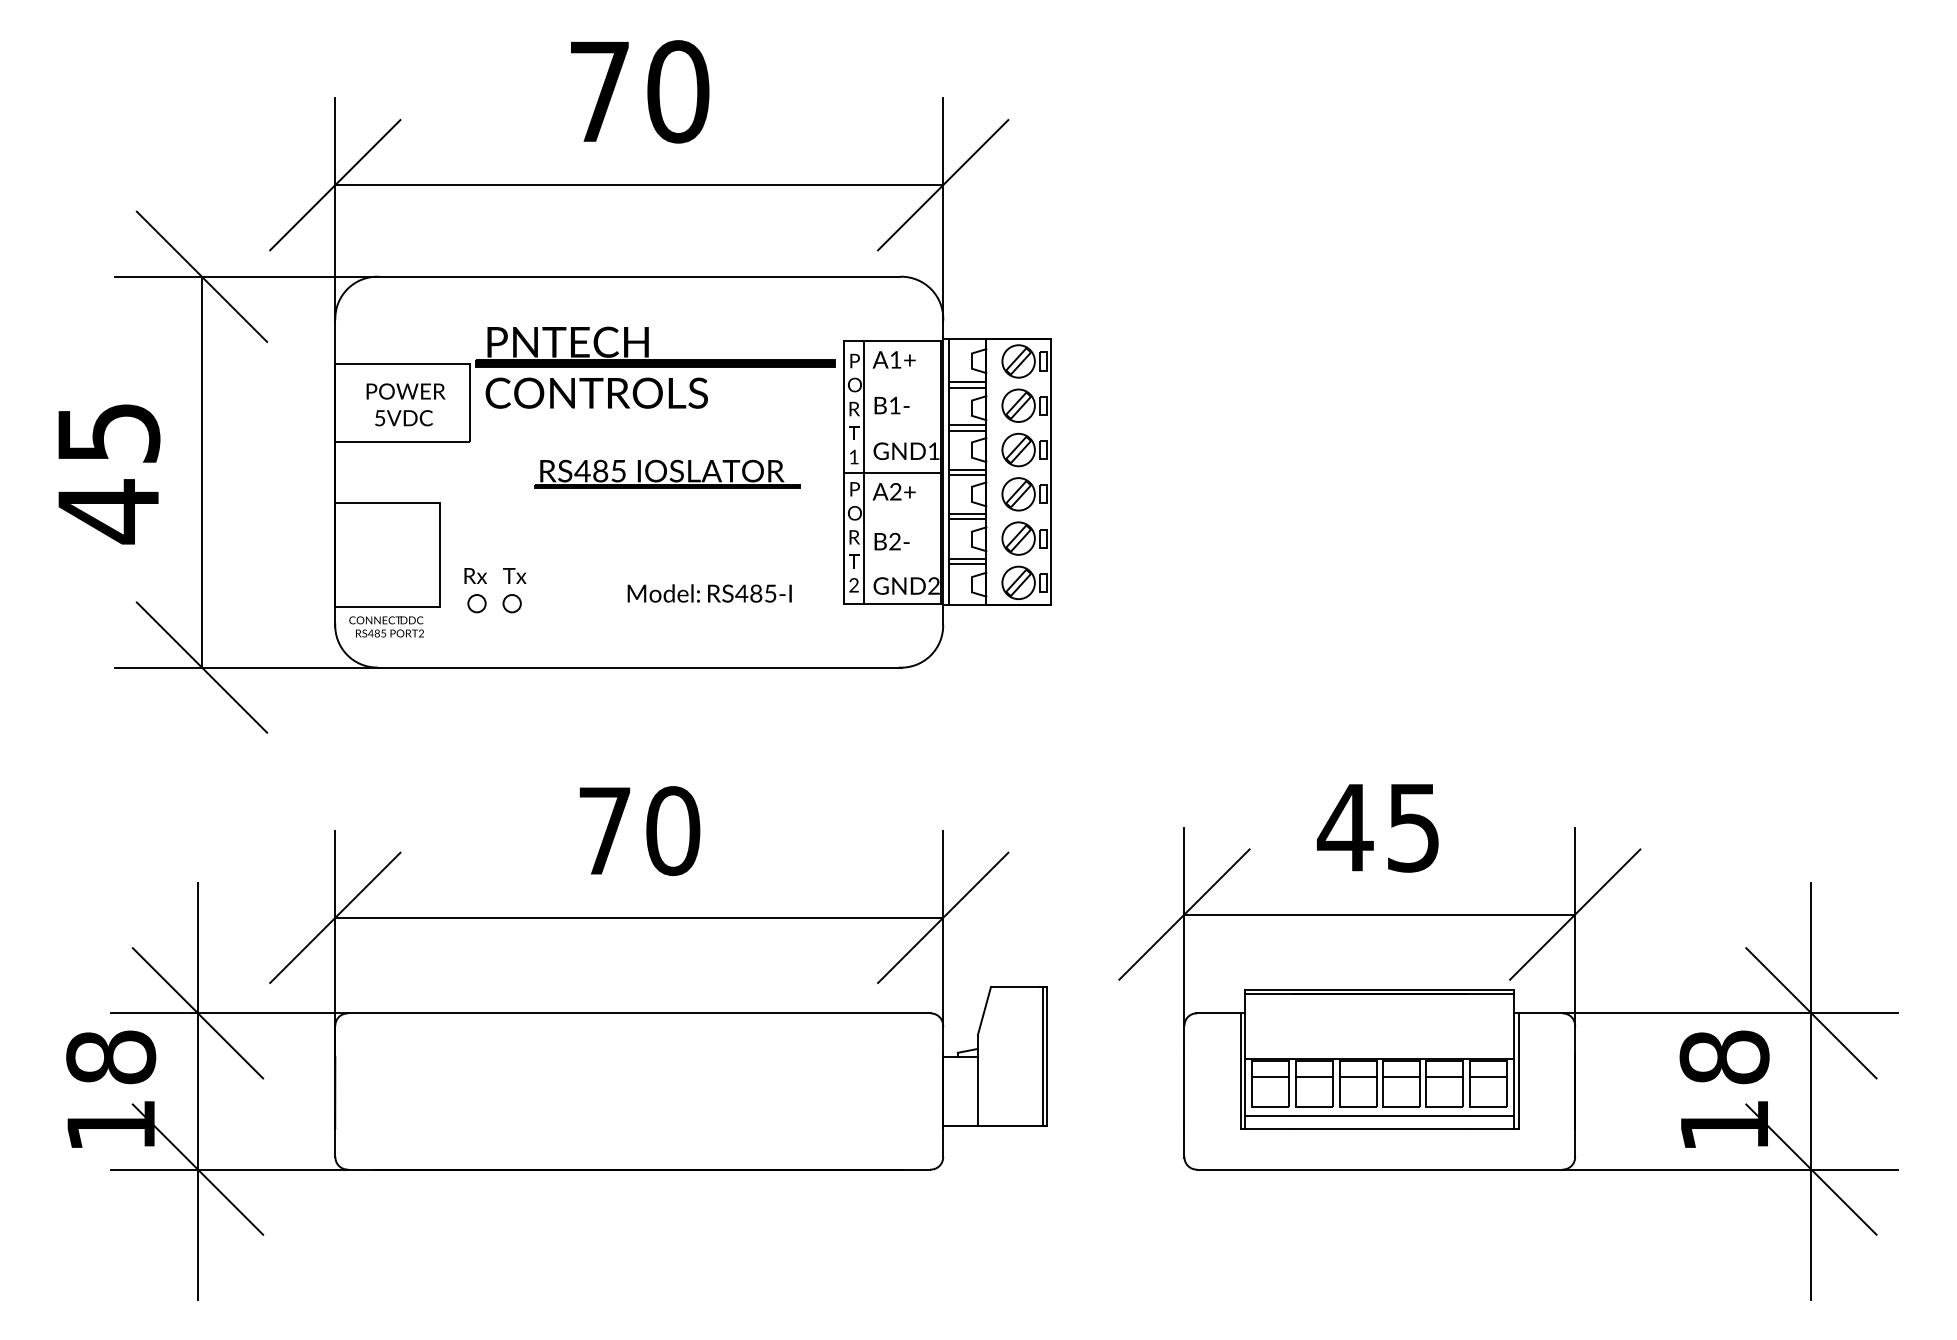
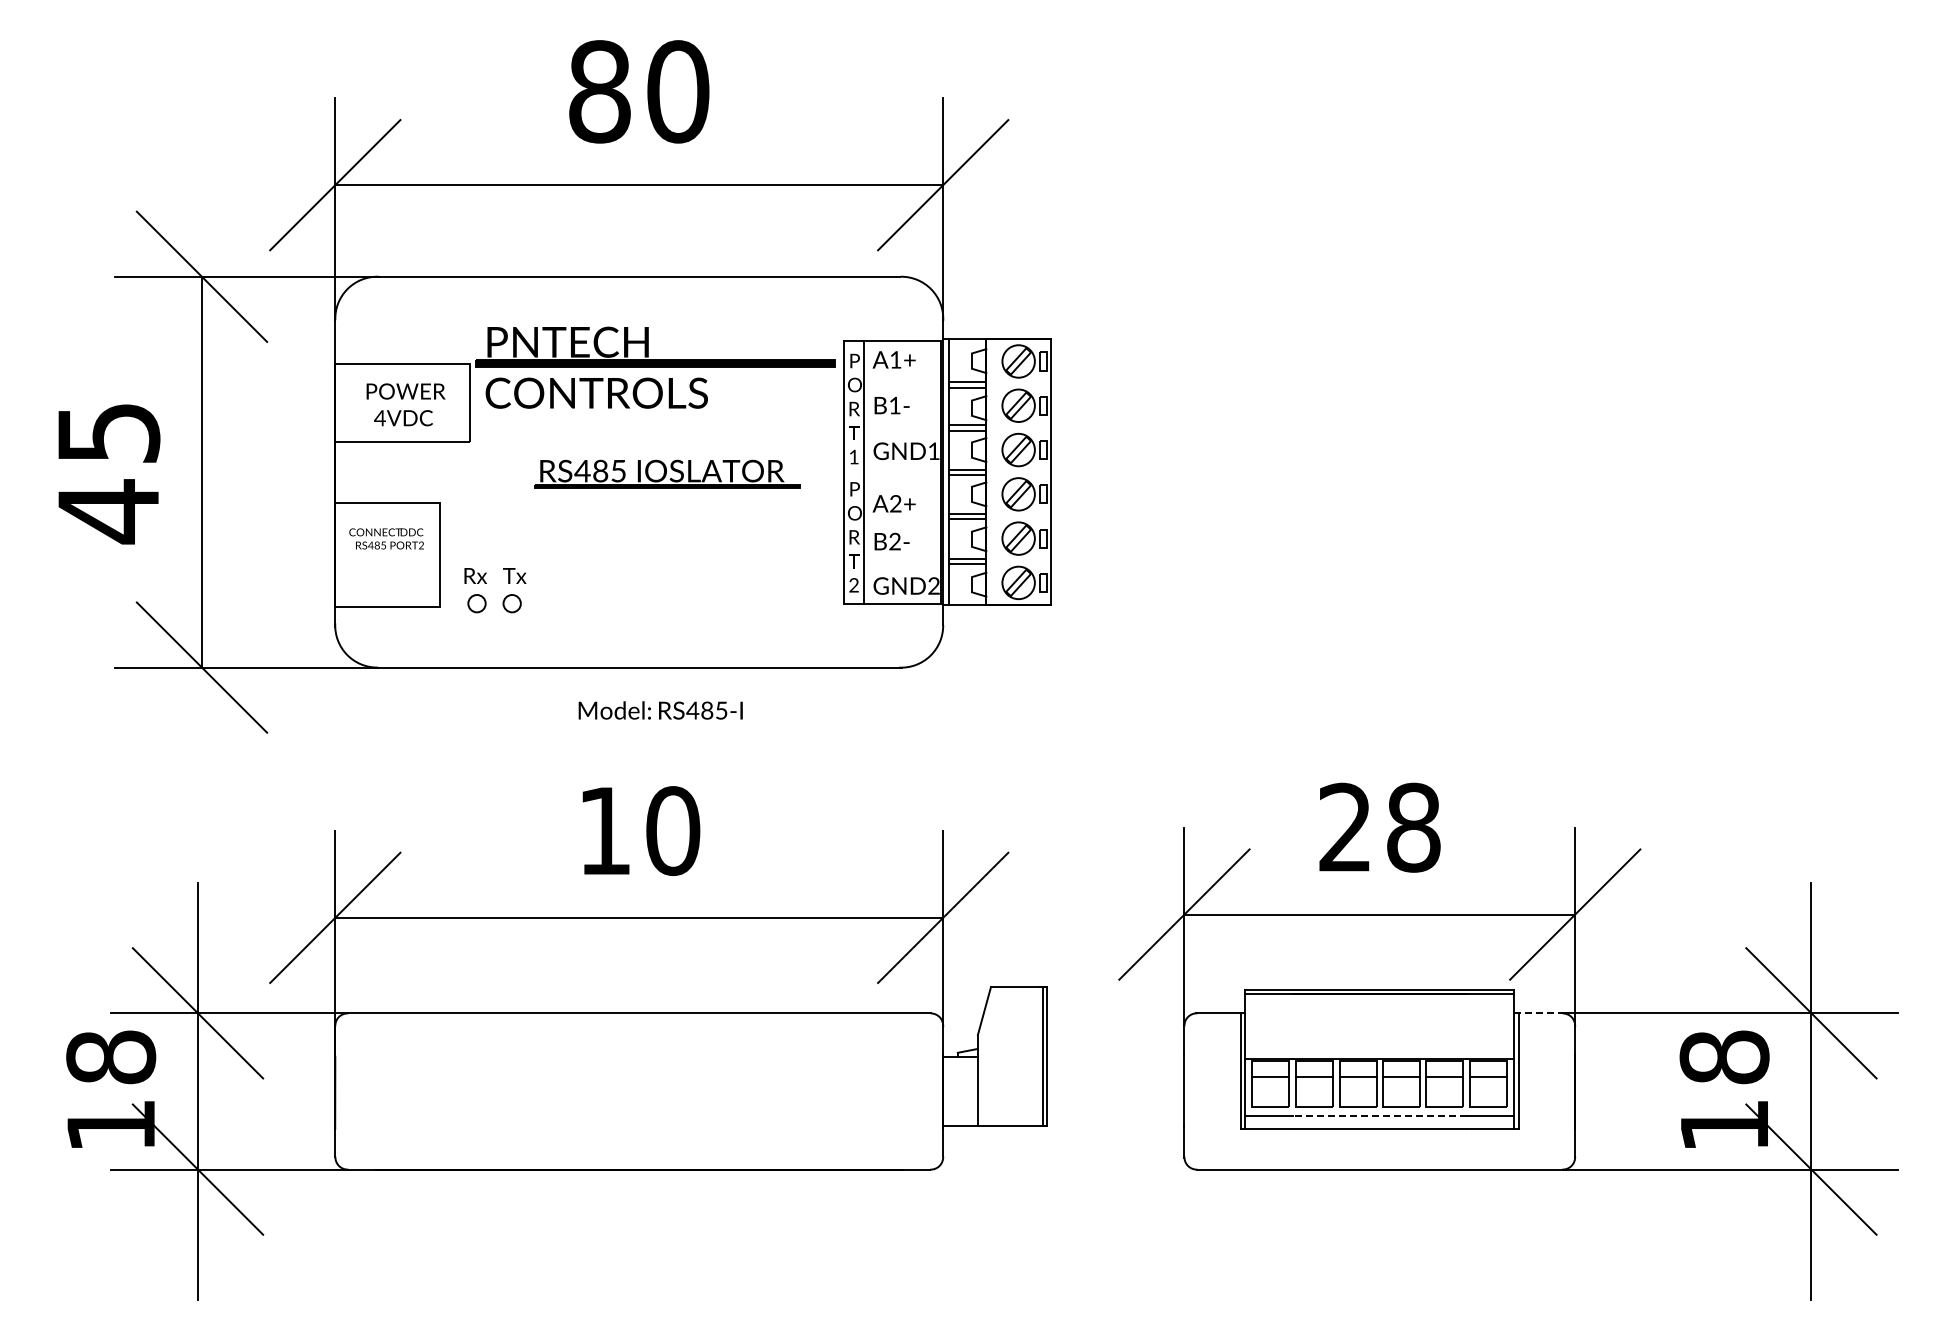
text at (599, 91): 70 -> 80
text at (379, 418): 5VDC -> 4VDC
line at (892, 472): present -> none
text at (893, 491) position: (893, 491) -> (893, 503)
text at (709, 593) position: (709, 593) -> (660, 710)
text at (386, 626) position: (386, 626) -> (386, 538)
text at (1378, 827): 45 -> 28
text at (604, 830): 70 -> 10
line at (1538, 1013): solid -> dashed
line at (1379, 1115): solid -> dashed
